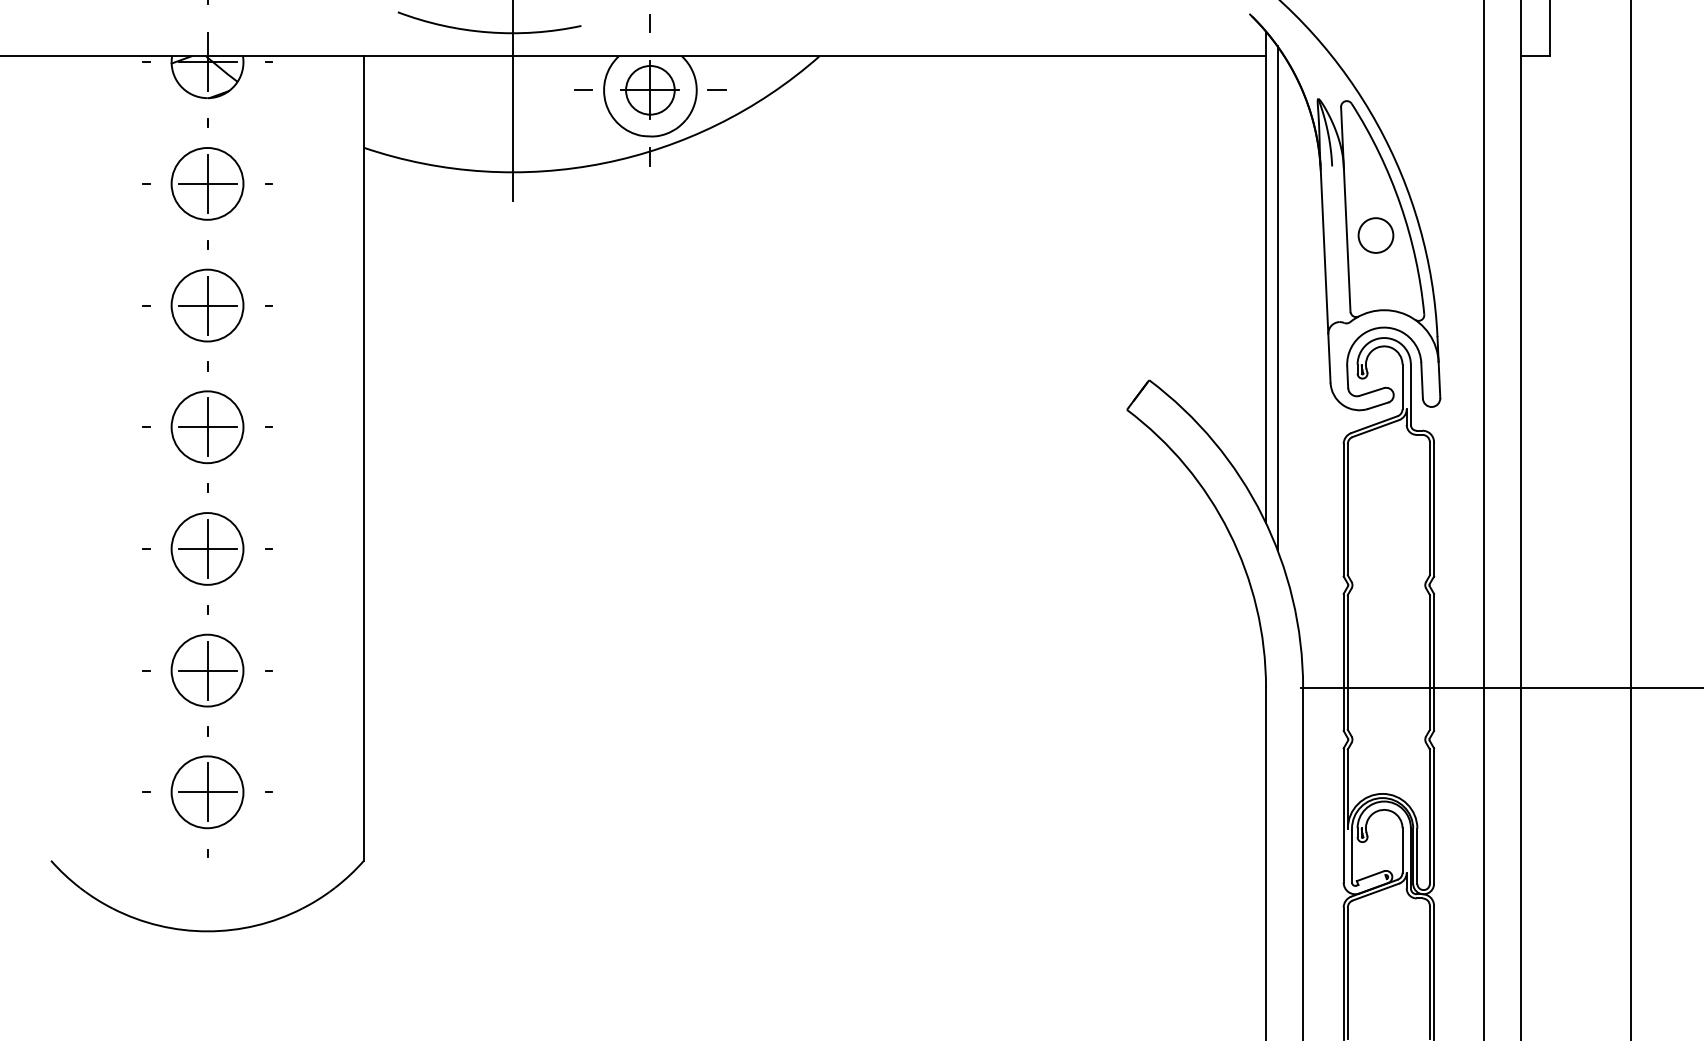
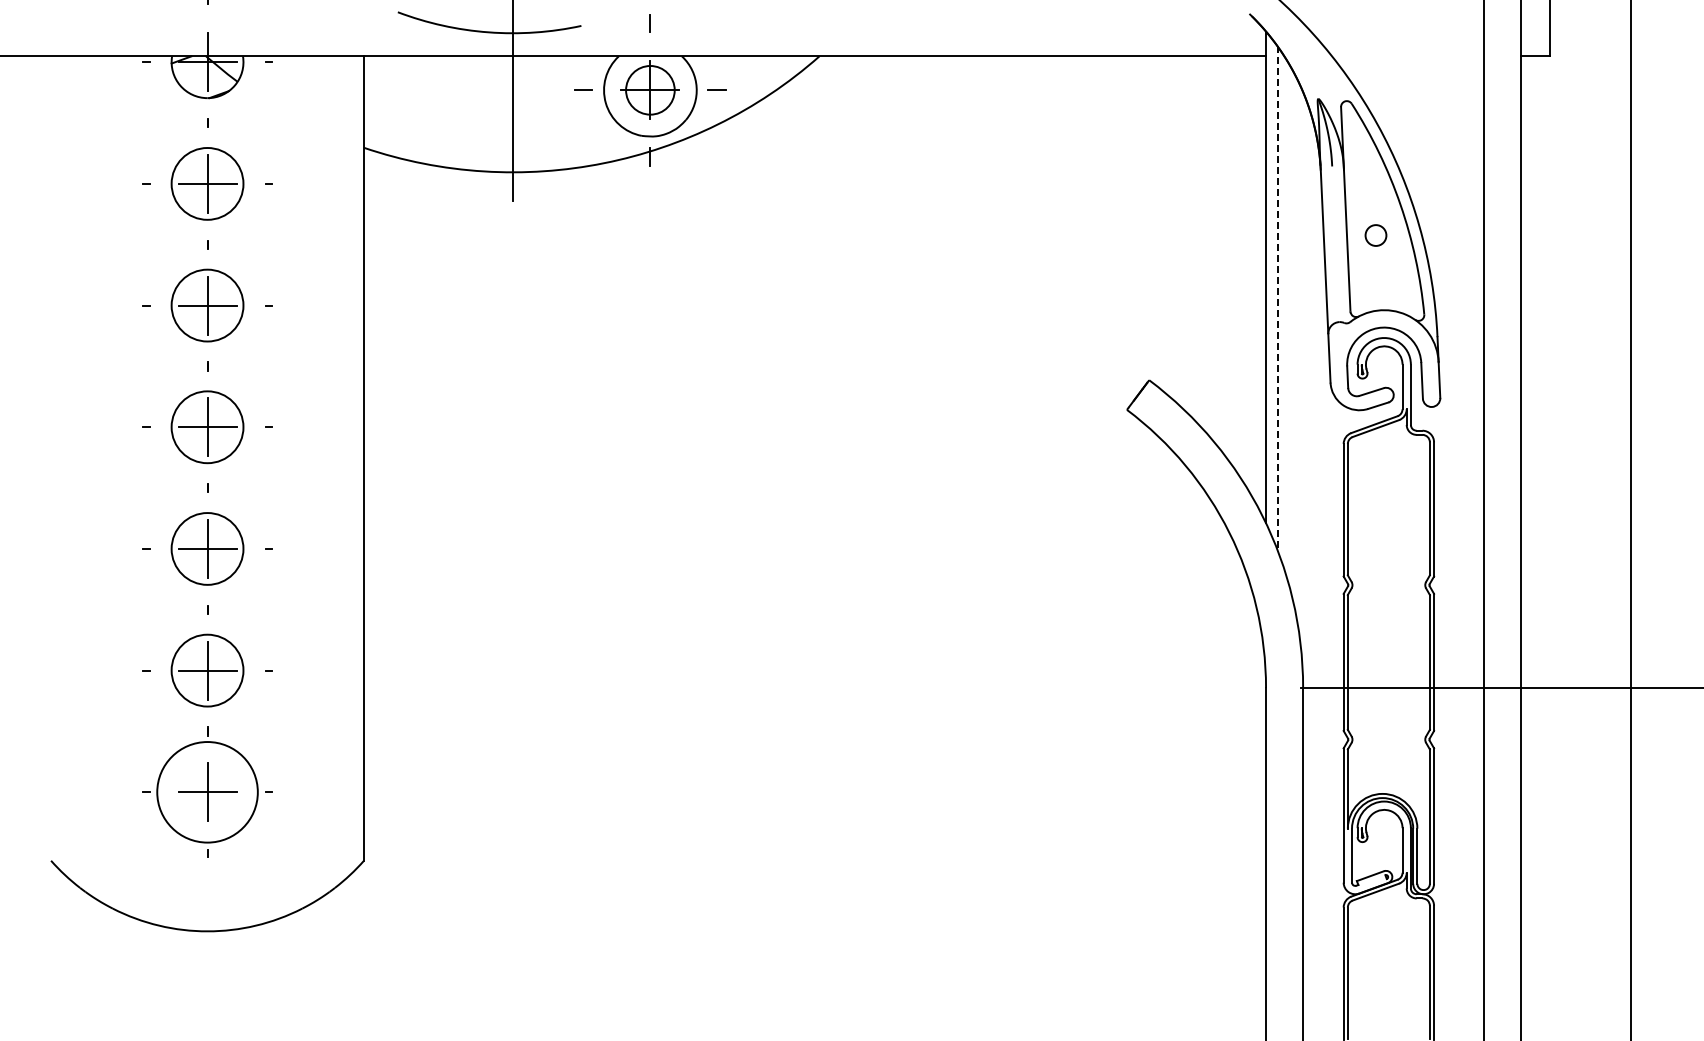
circle at (1375, 235) size: 38x37 px -> 24x23 px
line at (1277, 298): solid -> dashed
circle at (207, 792) diameter: 72 px -> 101 px
